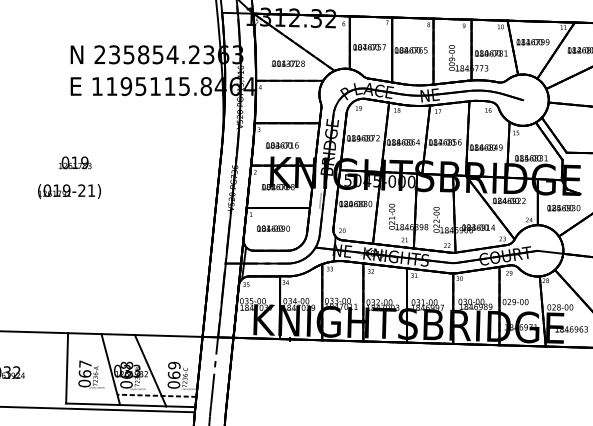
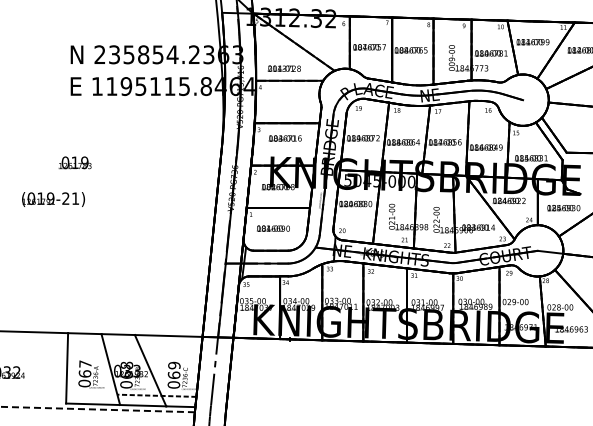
text at (287, 63) position: (287, 63) -> (283, 68)
text at (281, 145) position: (281, 145) -> (284, 138)
text at (69, 191) position: (69, 191) -> (53, 199)
line at (97, 409): solid -> dashed
